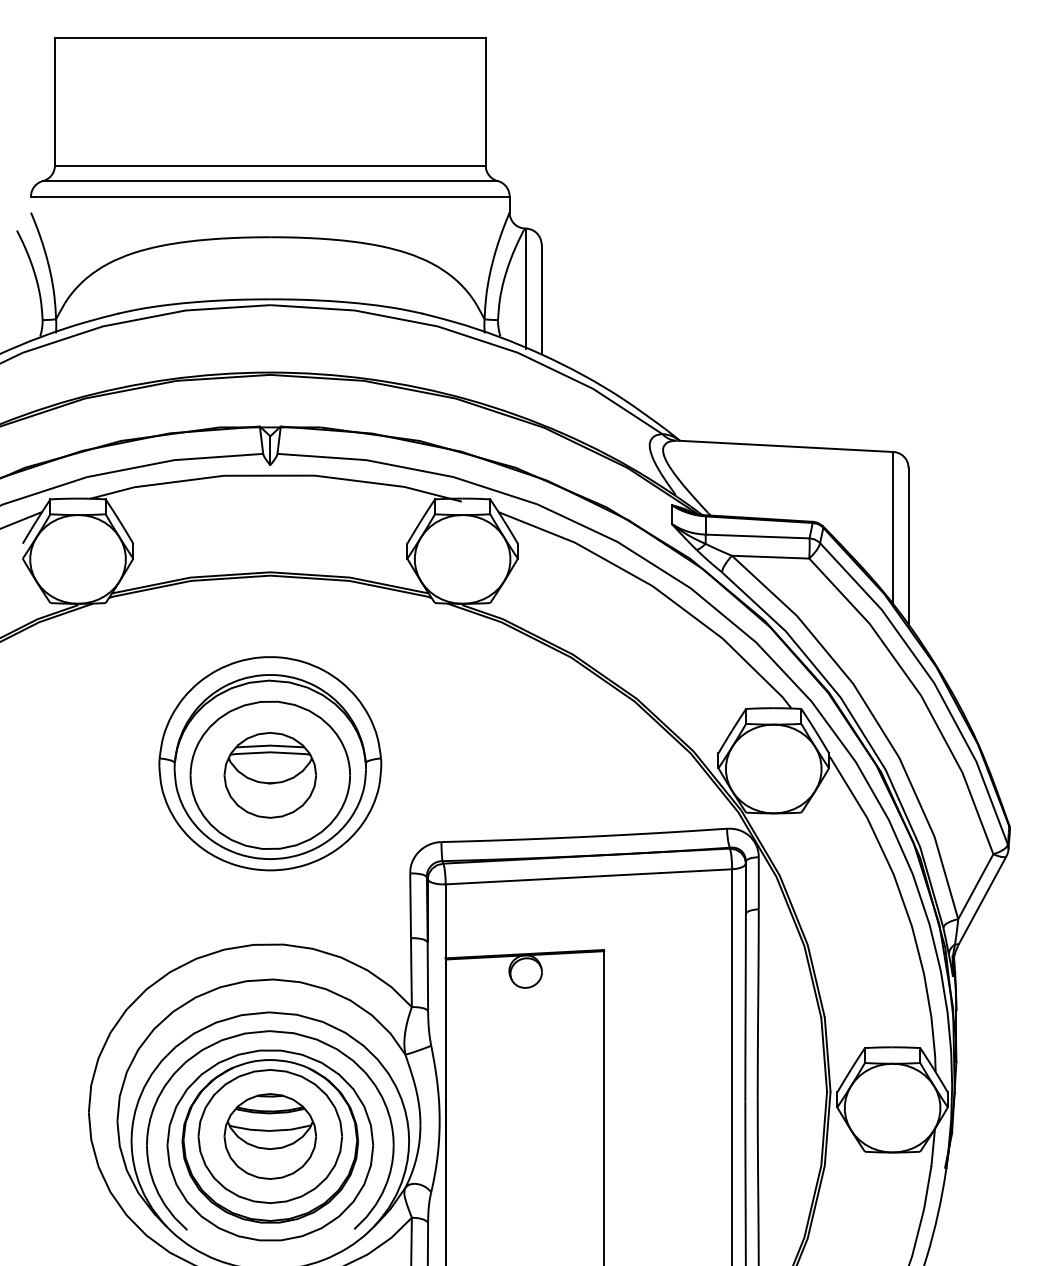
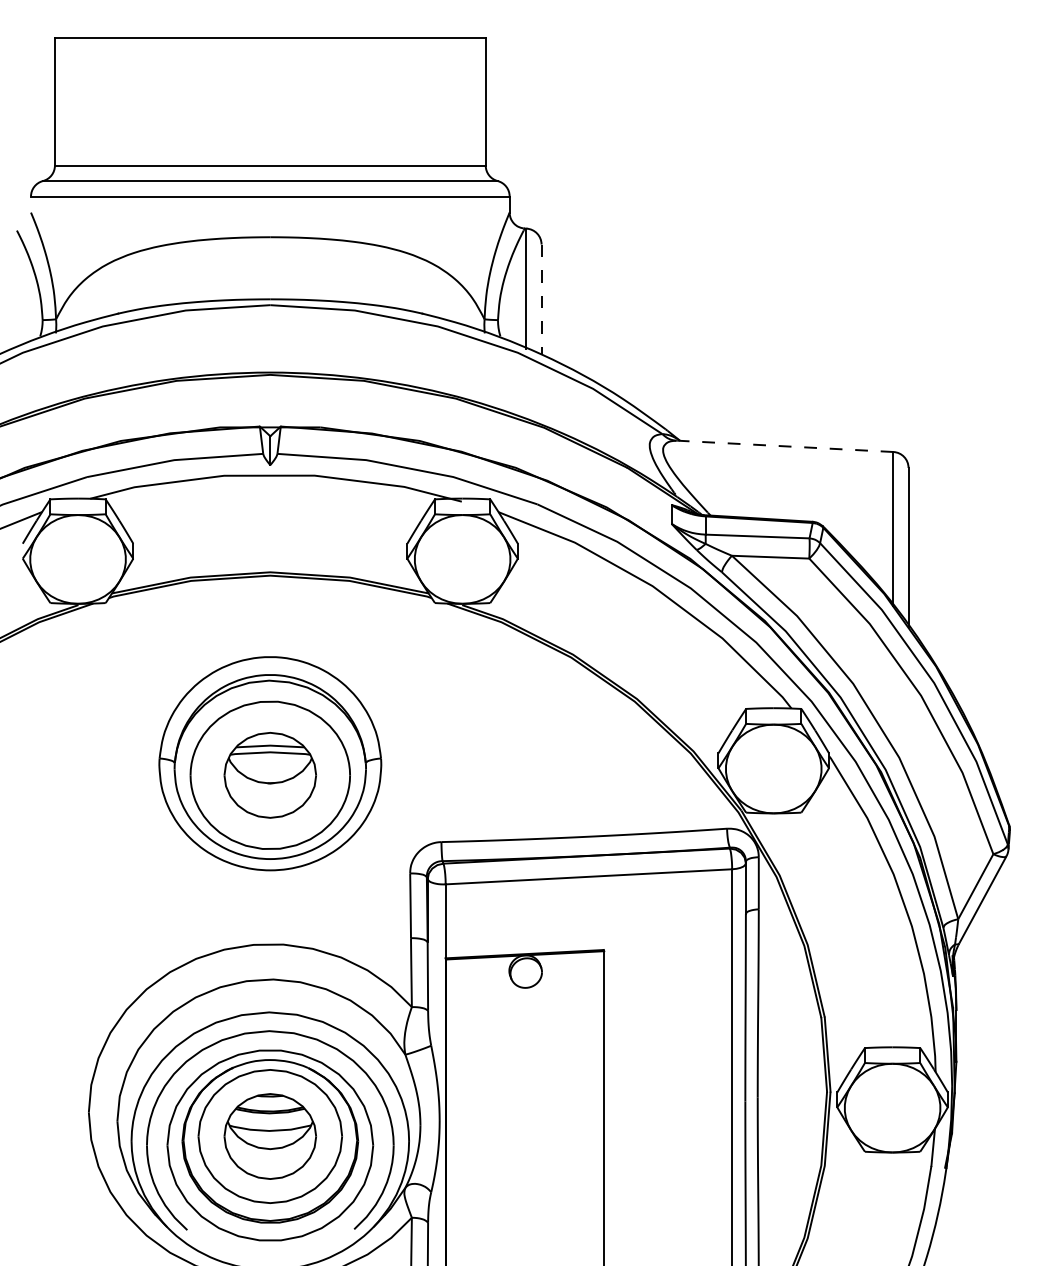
line at (541, 299): solid -> dashed
line at (785, 446): solid -> dashed
